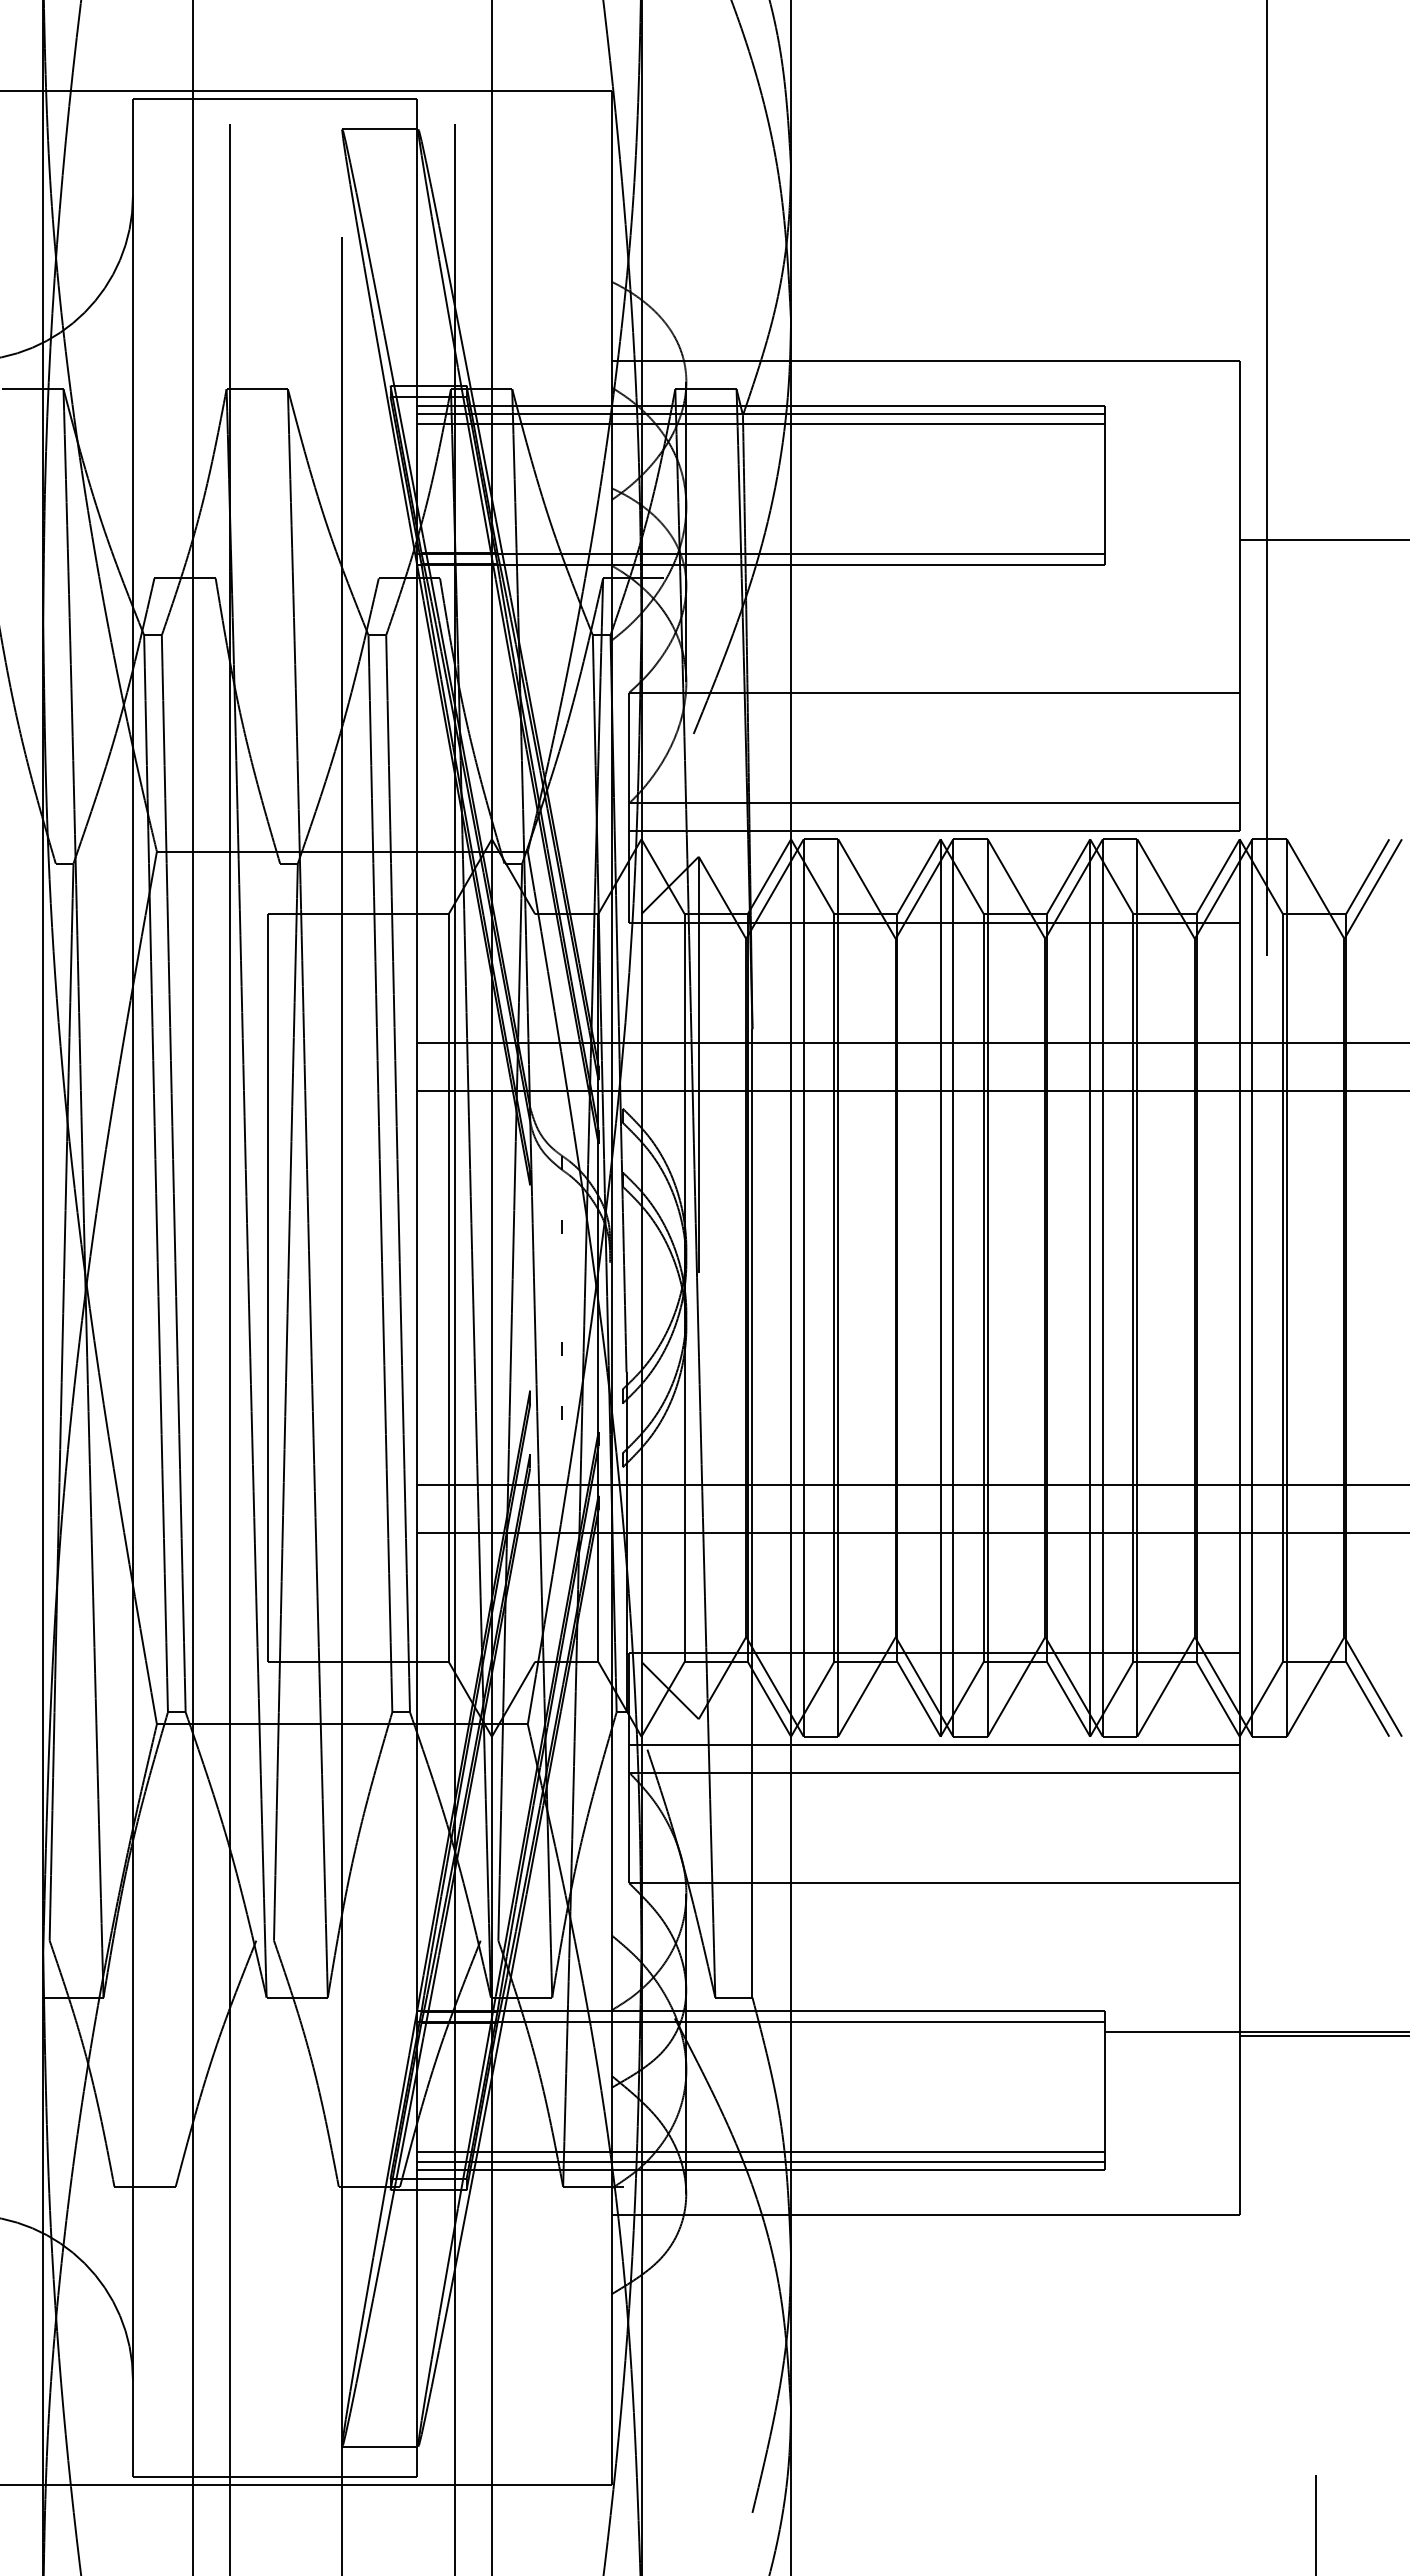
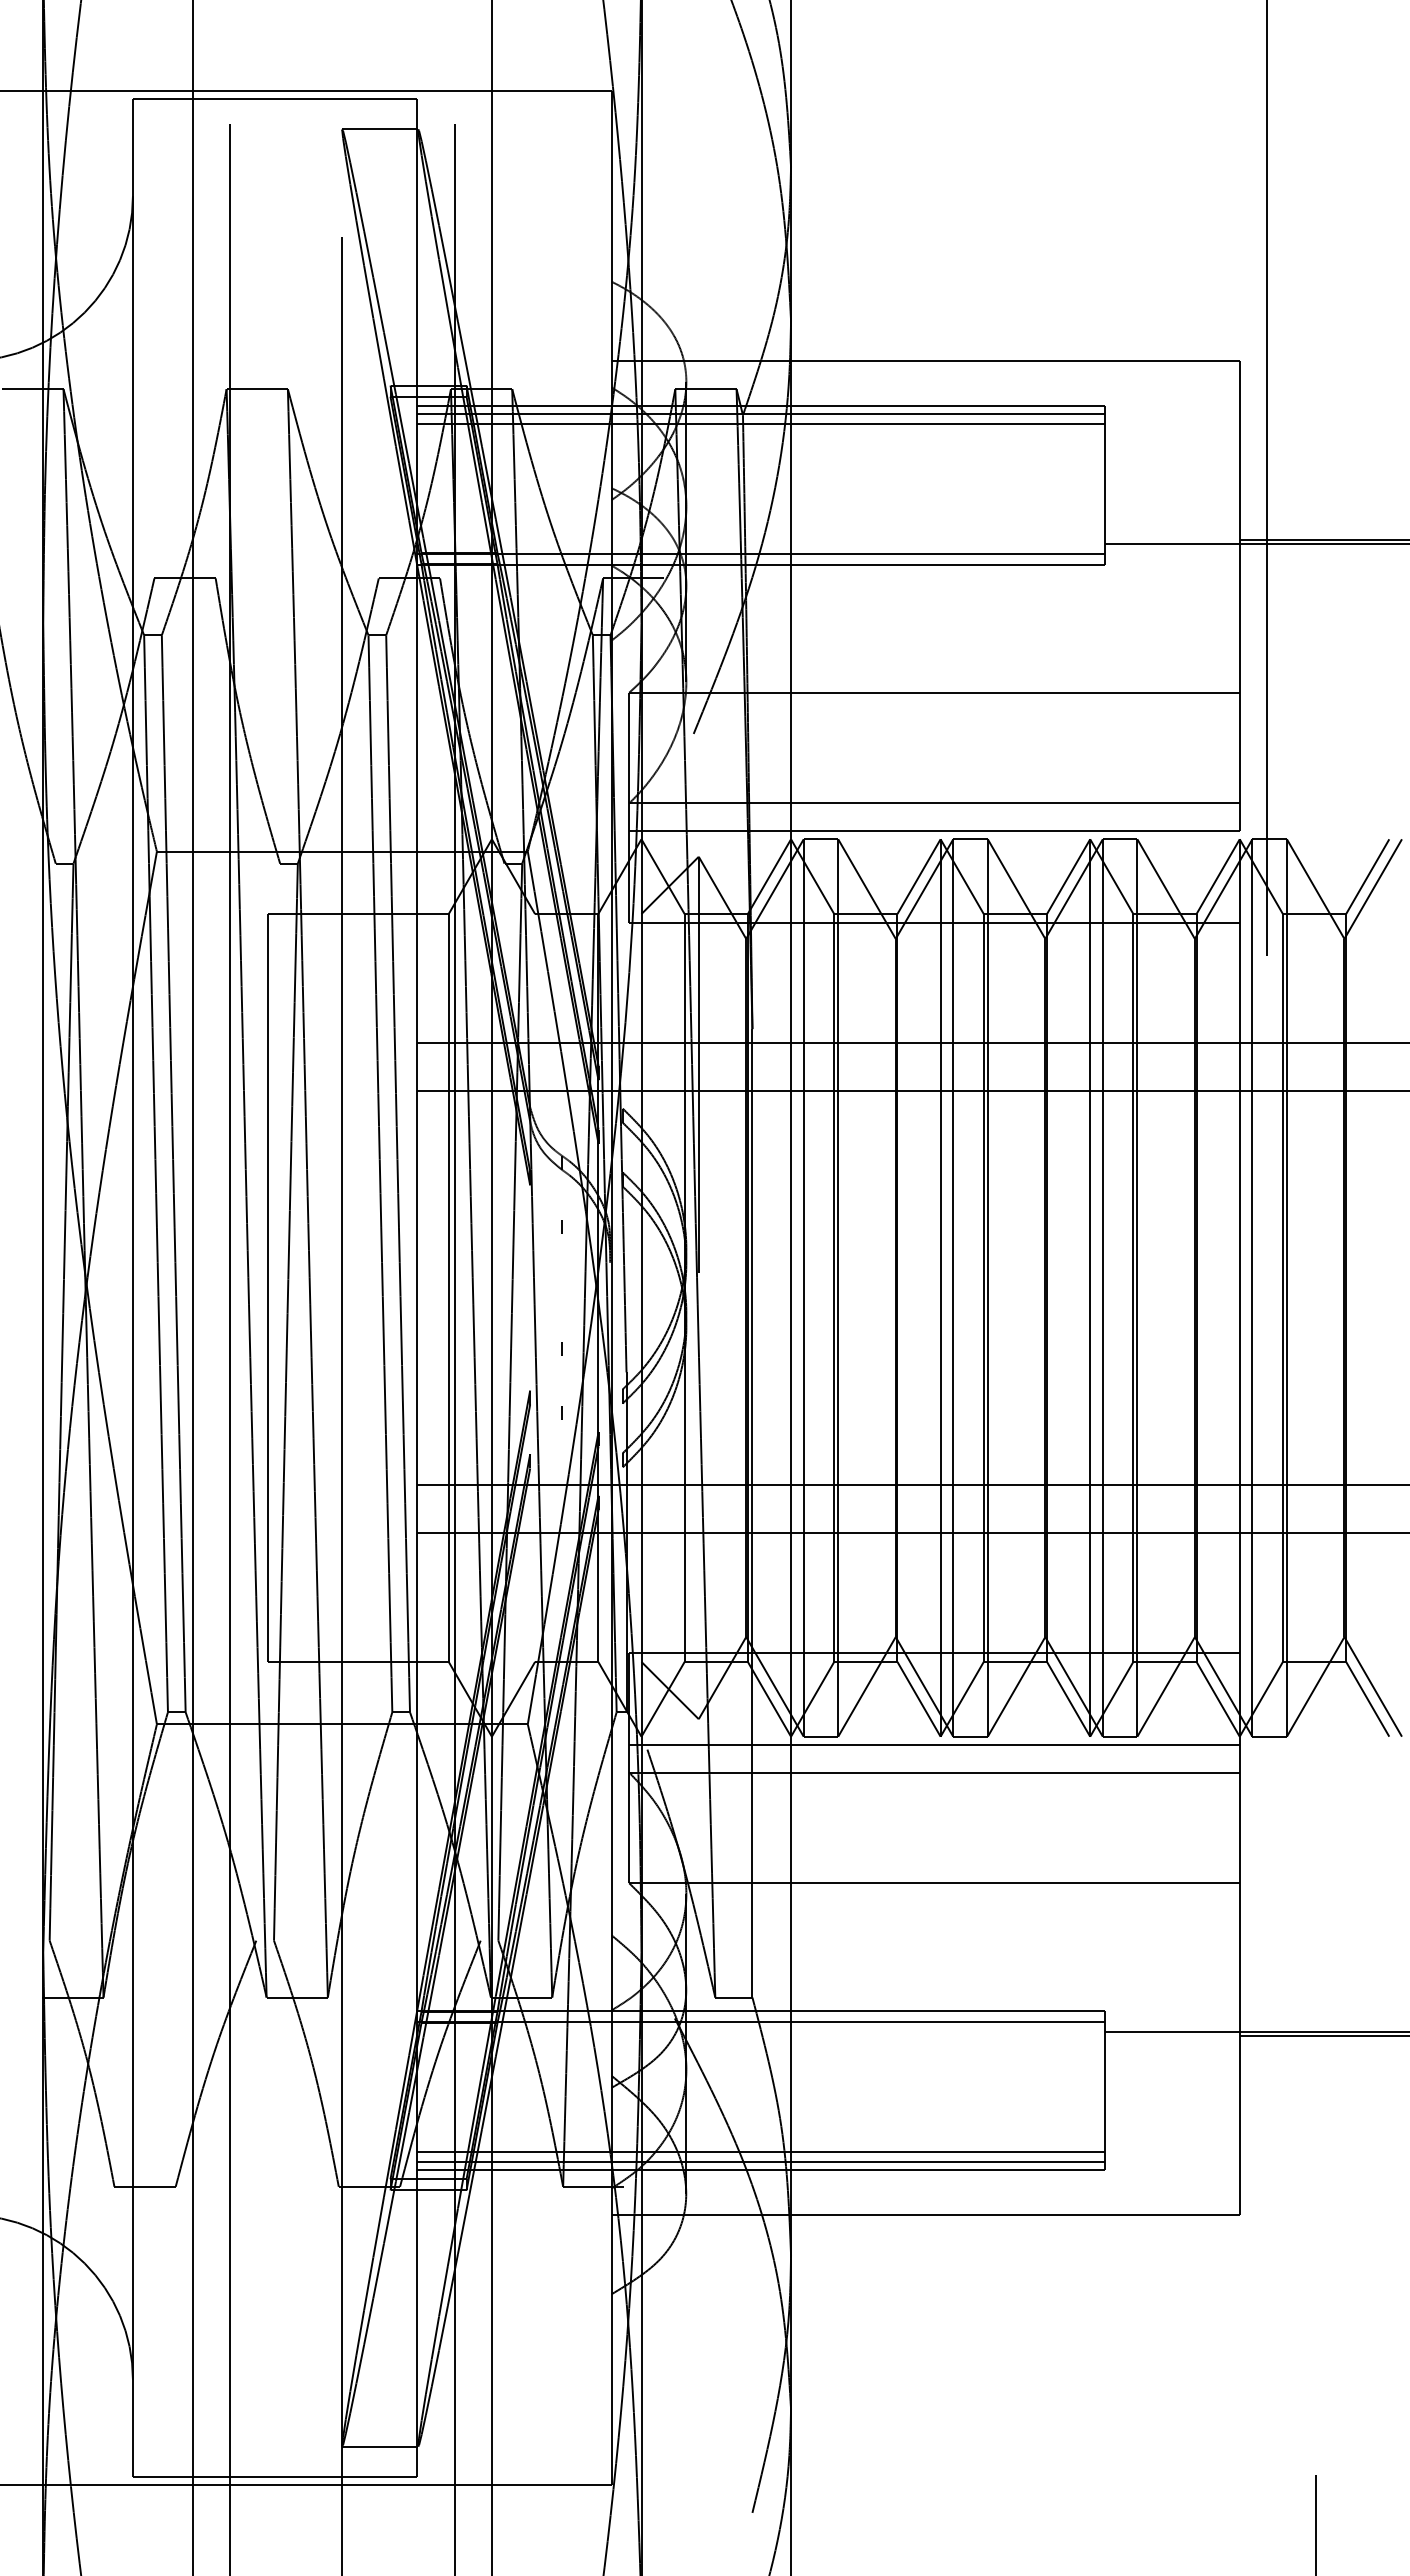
line at (1255, 543): none -> present
